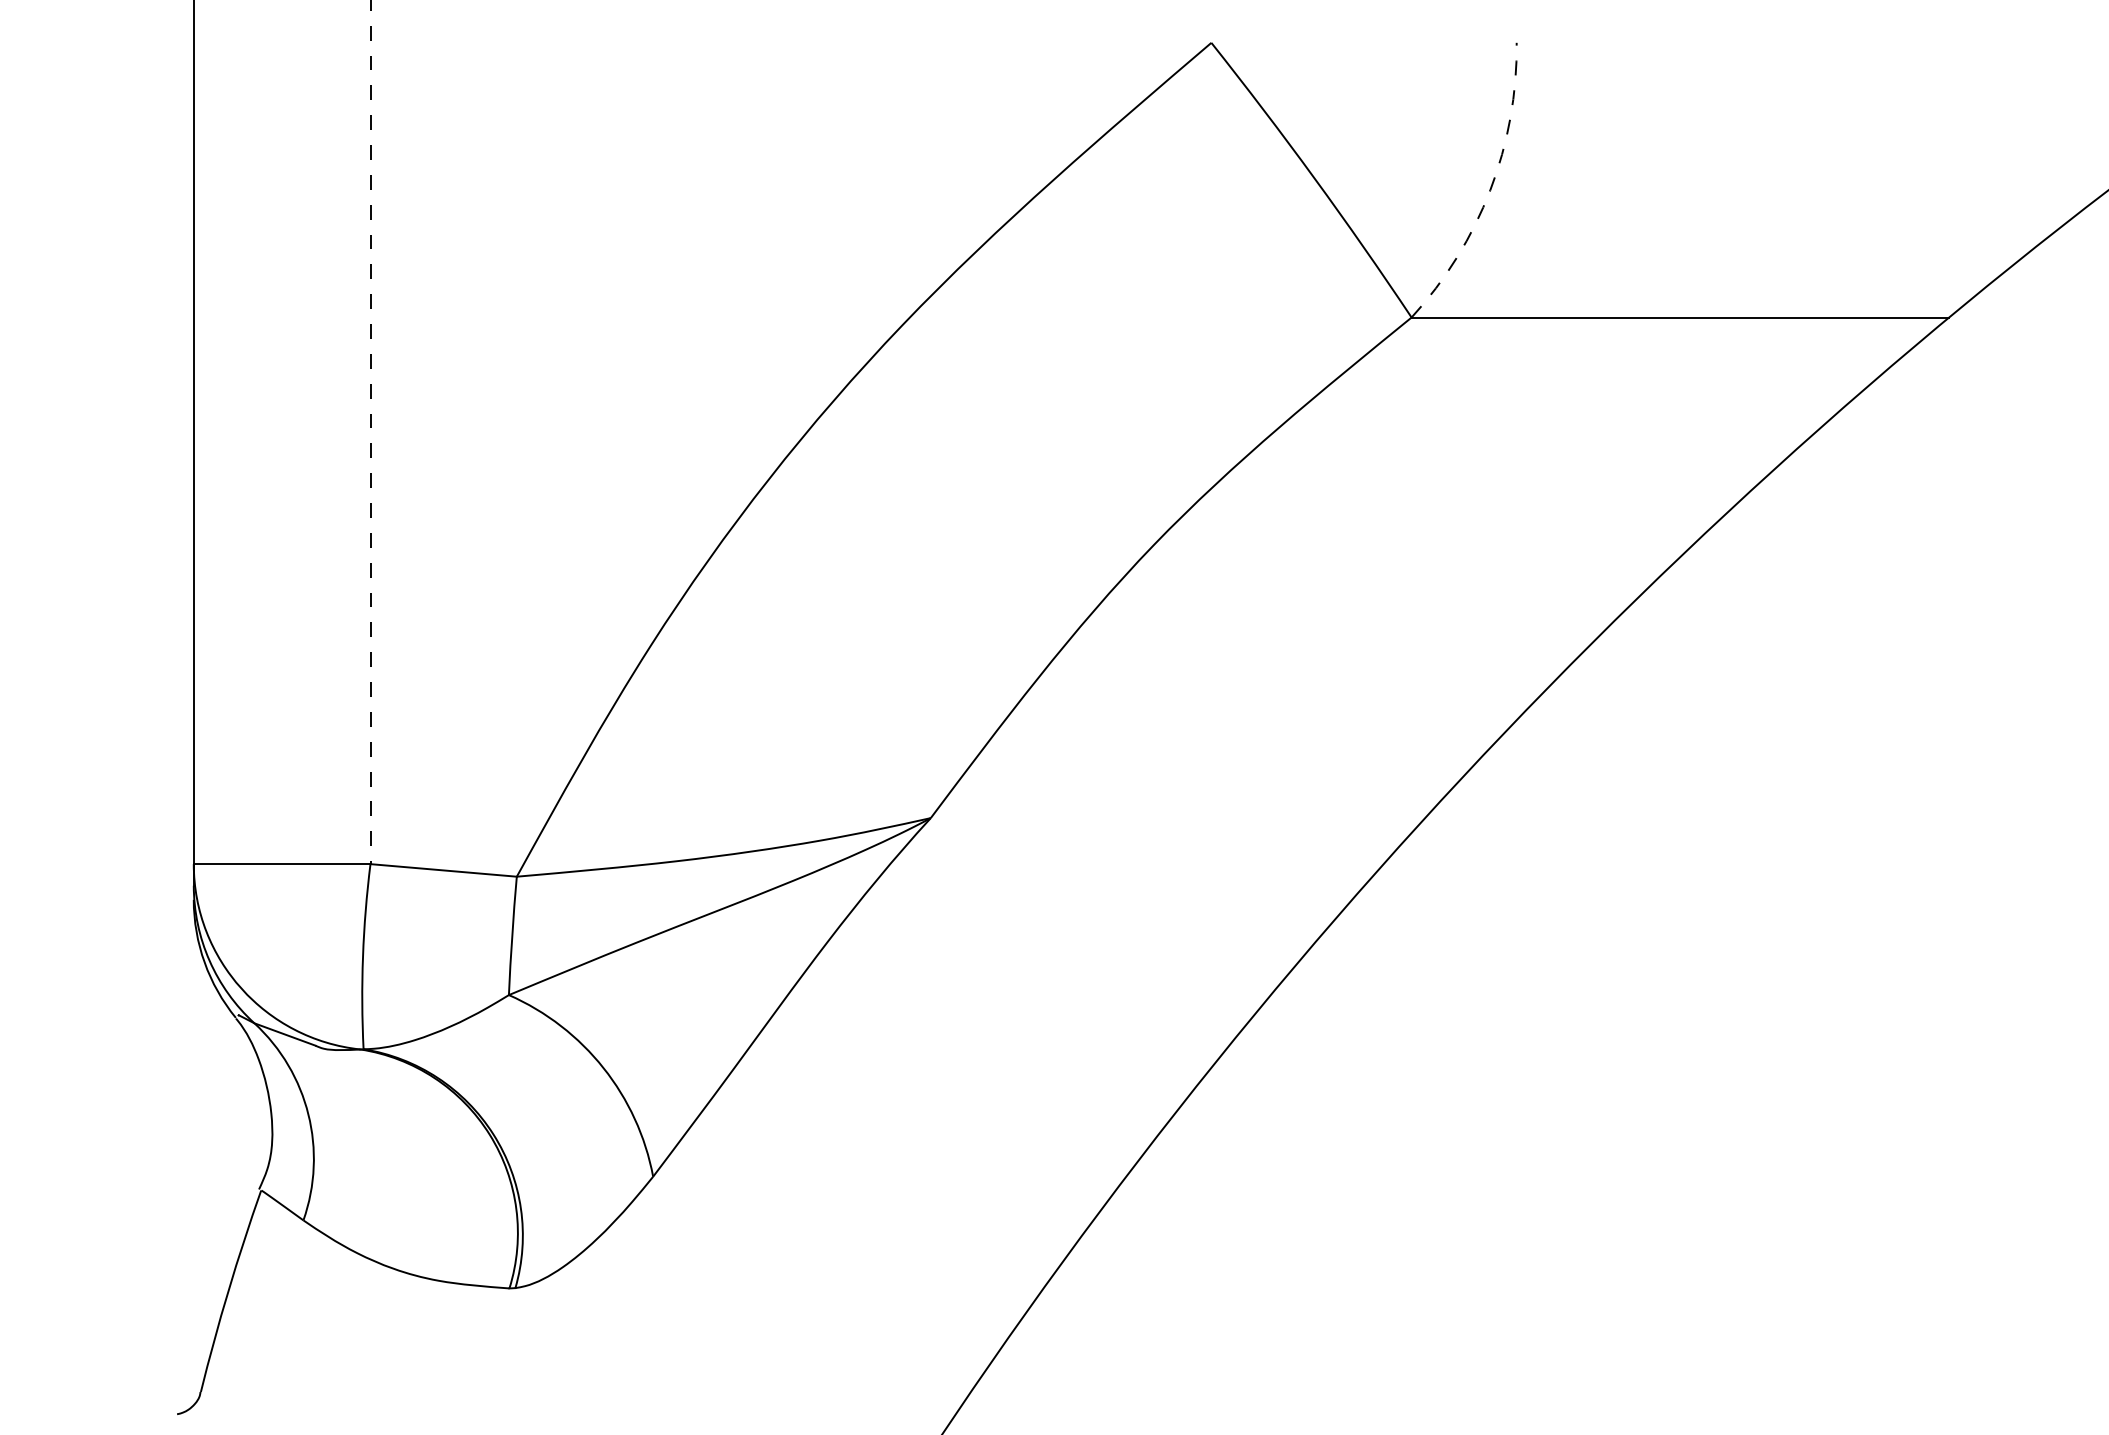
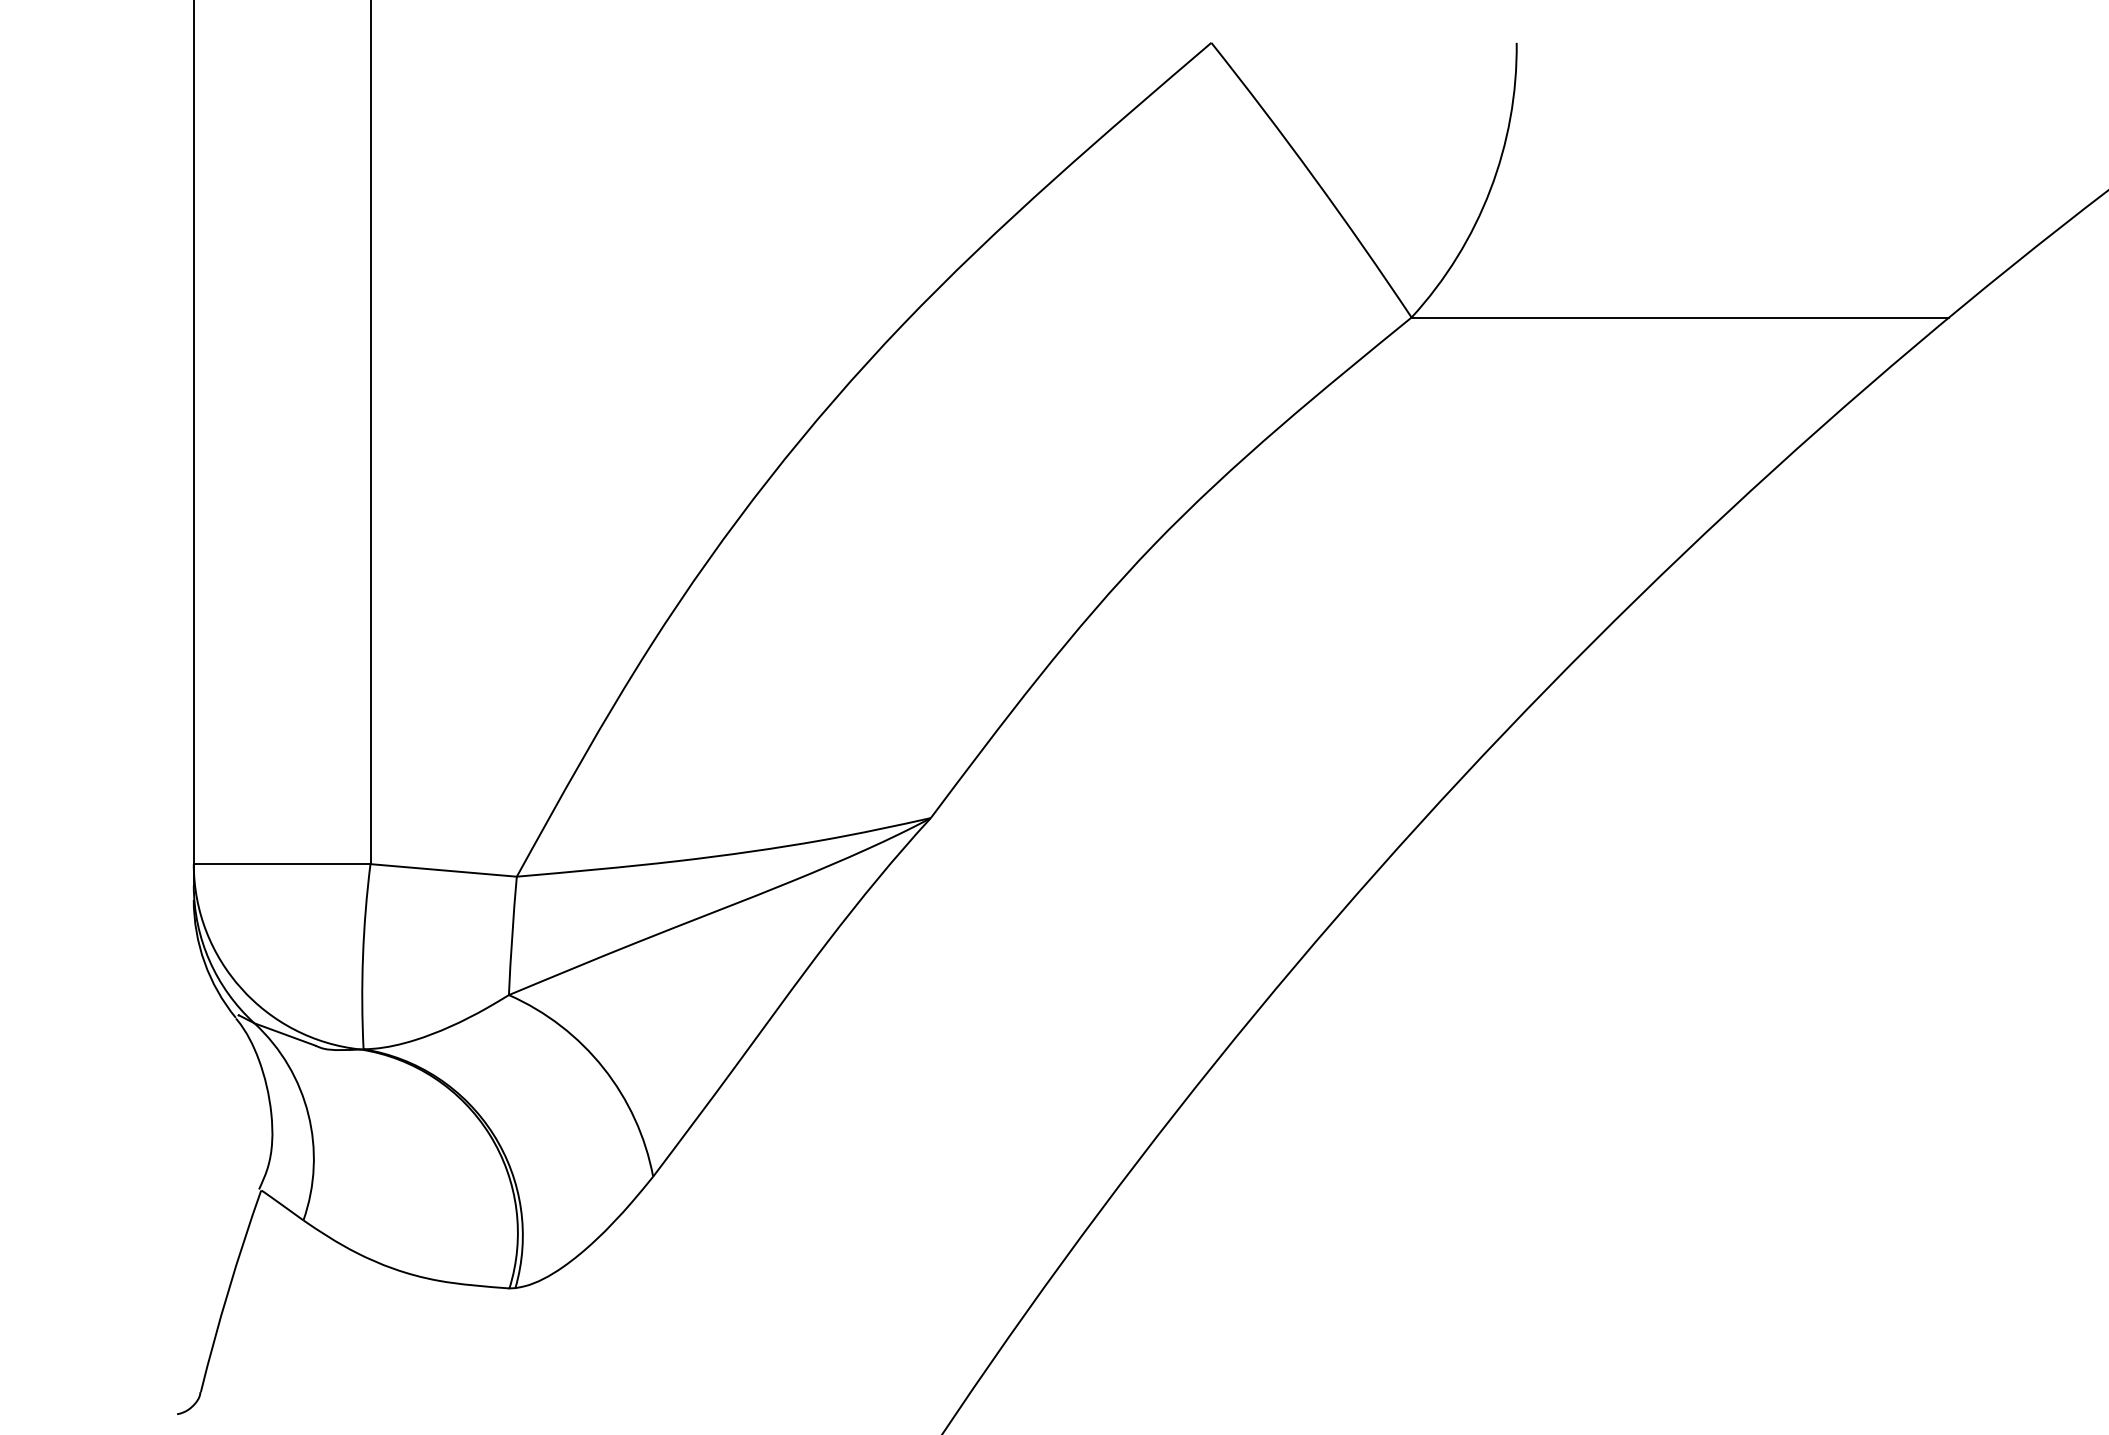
arc at (1490, 190): dashed -> solid
line at (370, 432): dashed -> solid
